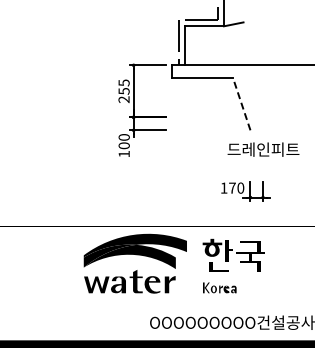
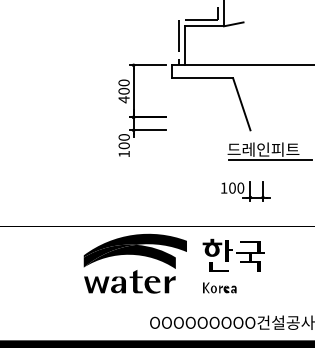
text at (123, 91): 255 -> 400
line at (241, 103): dashed -> solid
line at (269, 159): none -> present
text at (232, 187): 170 -> 100
